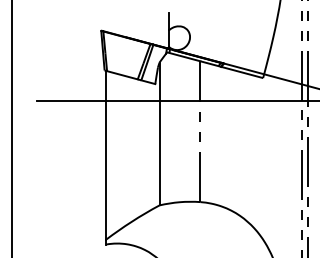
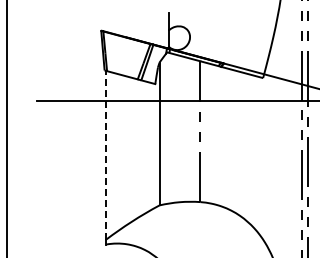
line at (12, 128) position: (12, 128) -> (7, 128)
line at (106, 154): solid -> dashed
